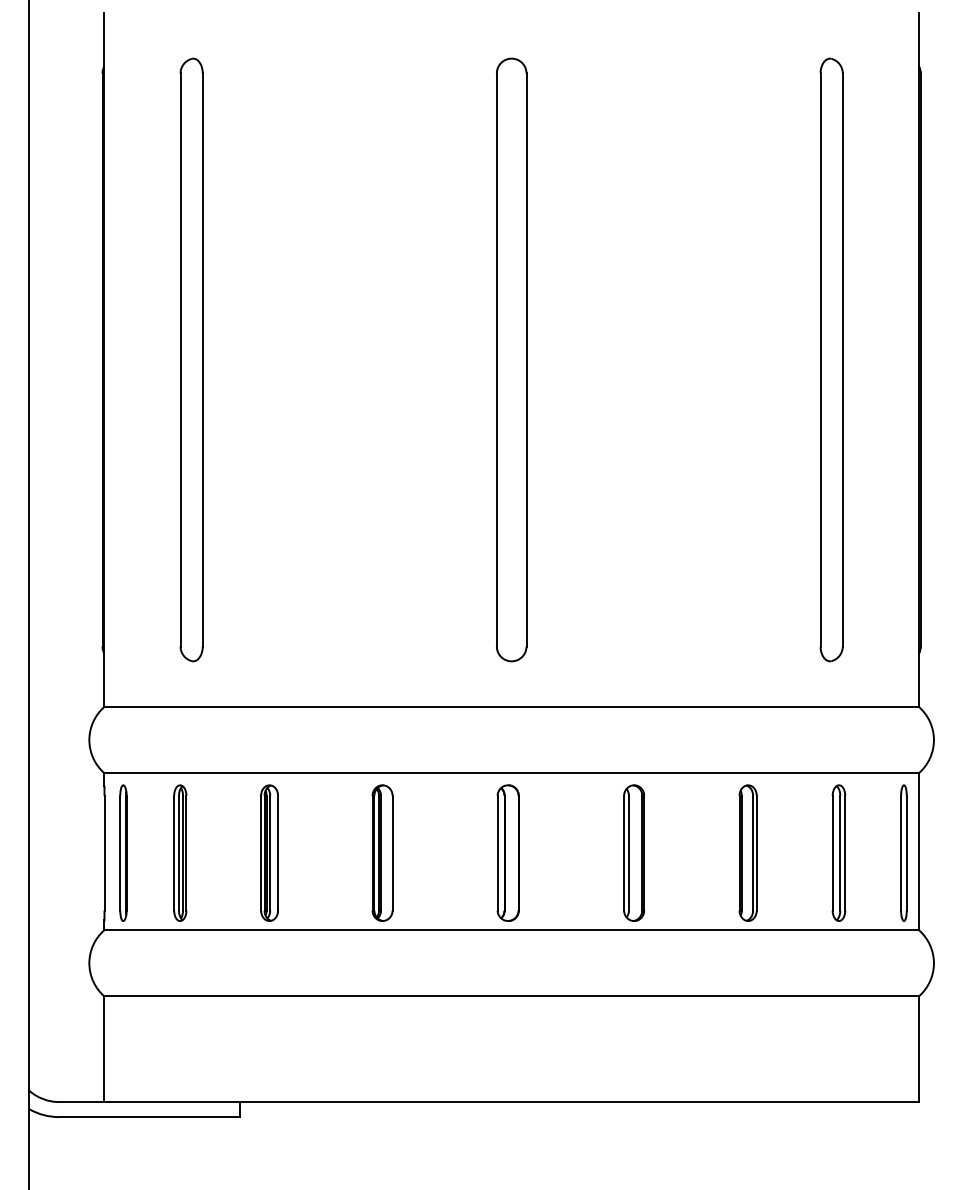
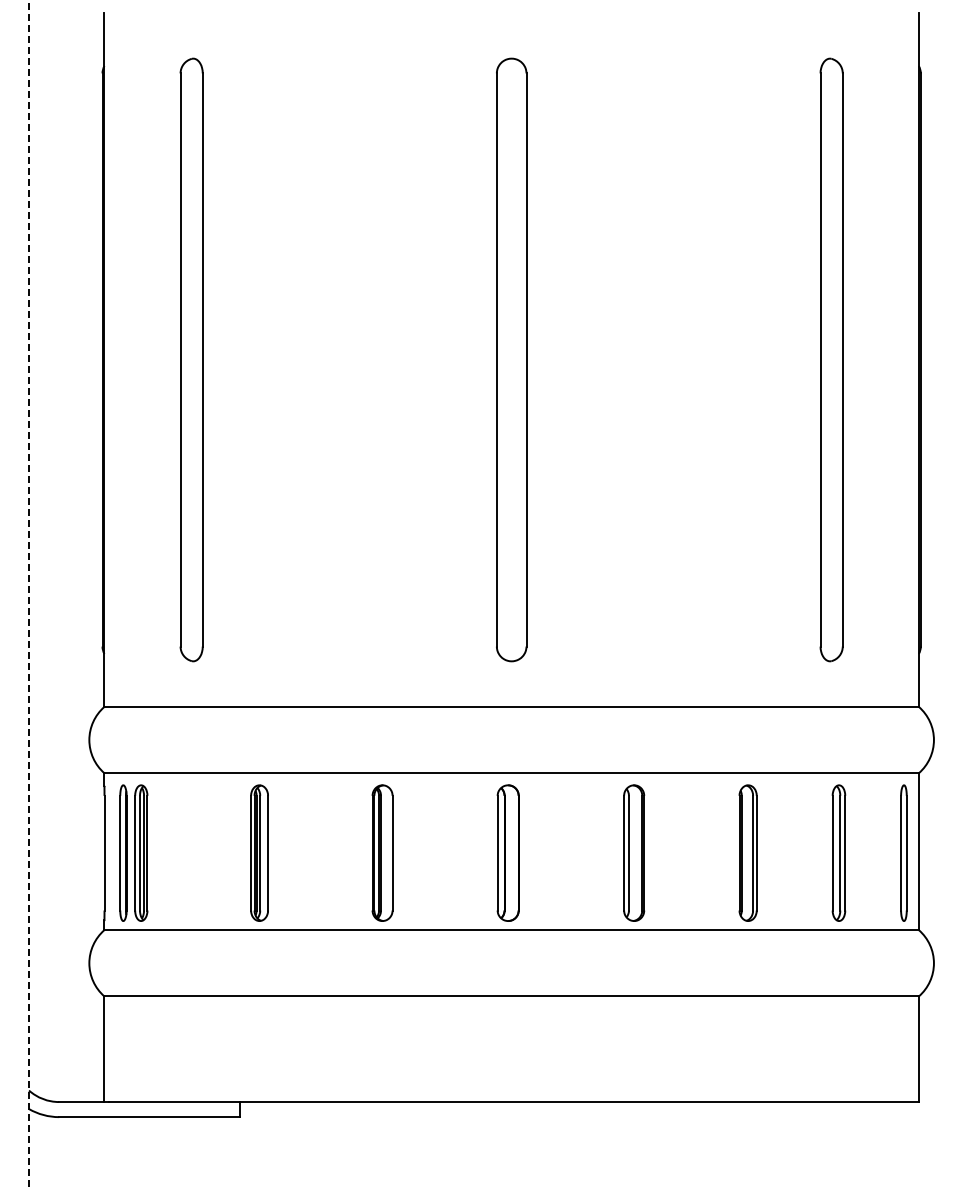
line at (29, 594): solid -> dashed
part at (180, 852) position: (180, 852) -> (141, 852)
part at (269, 852) position: (269, 852) -> (259, 852)
